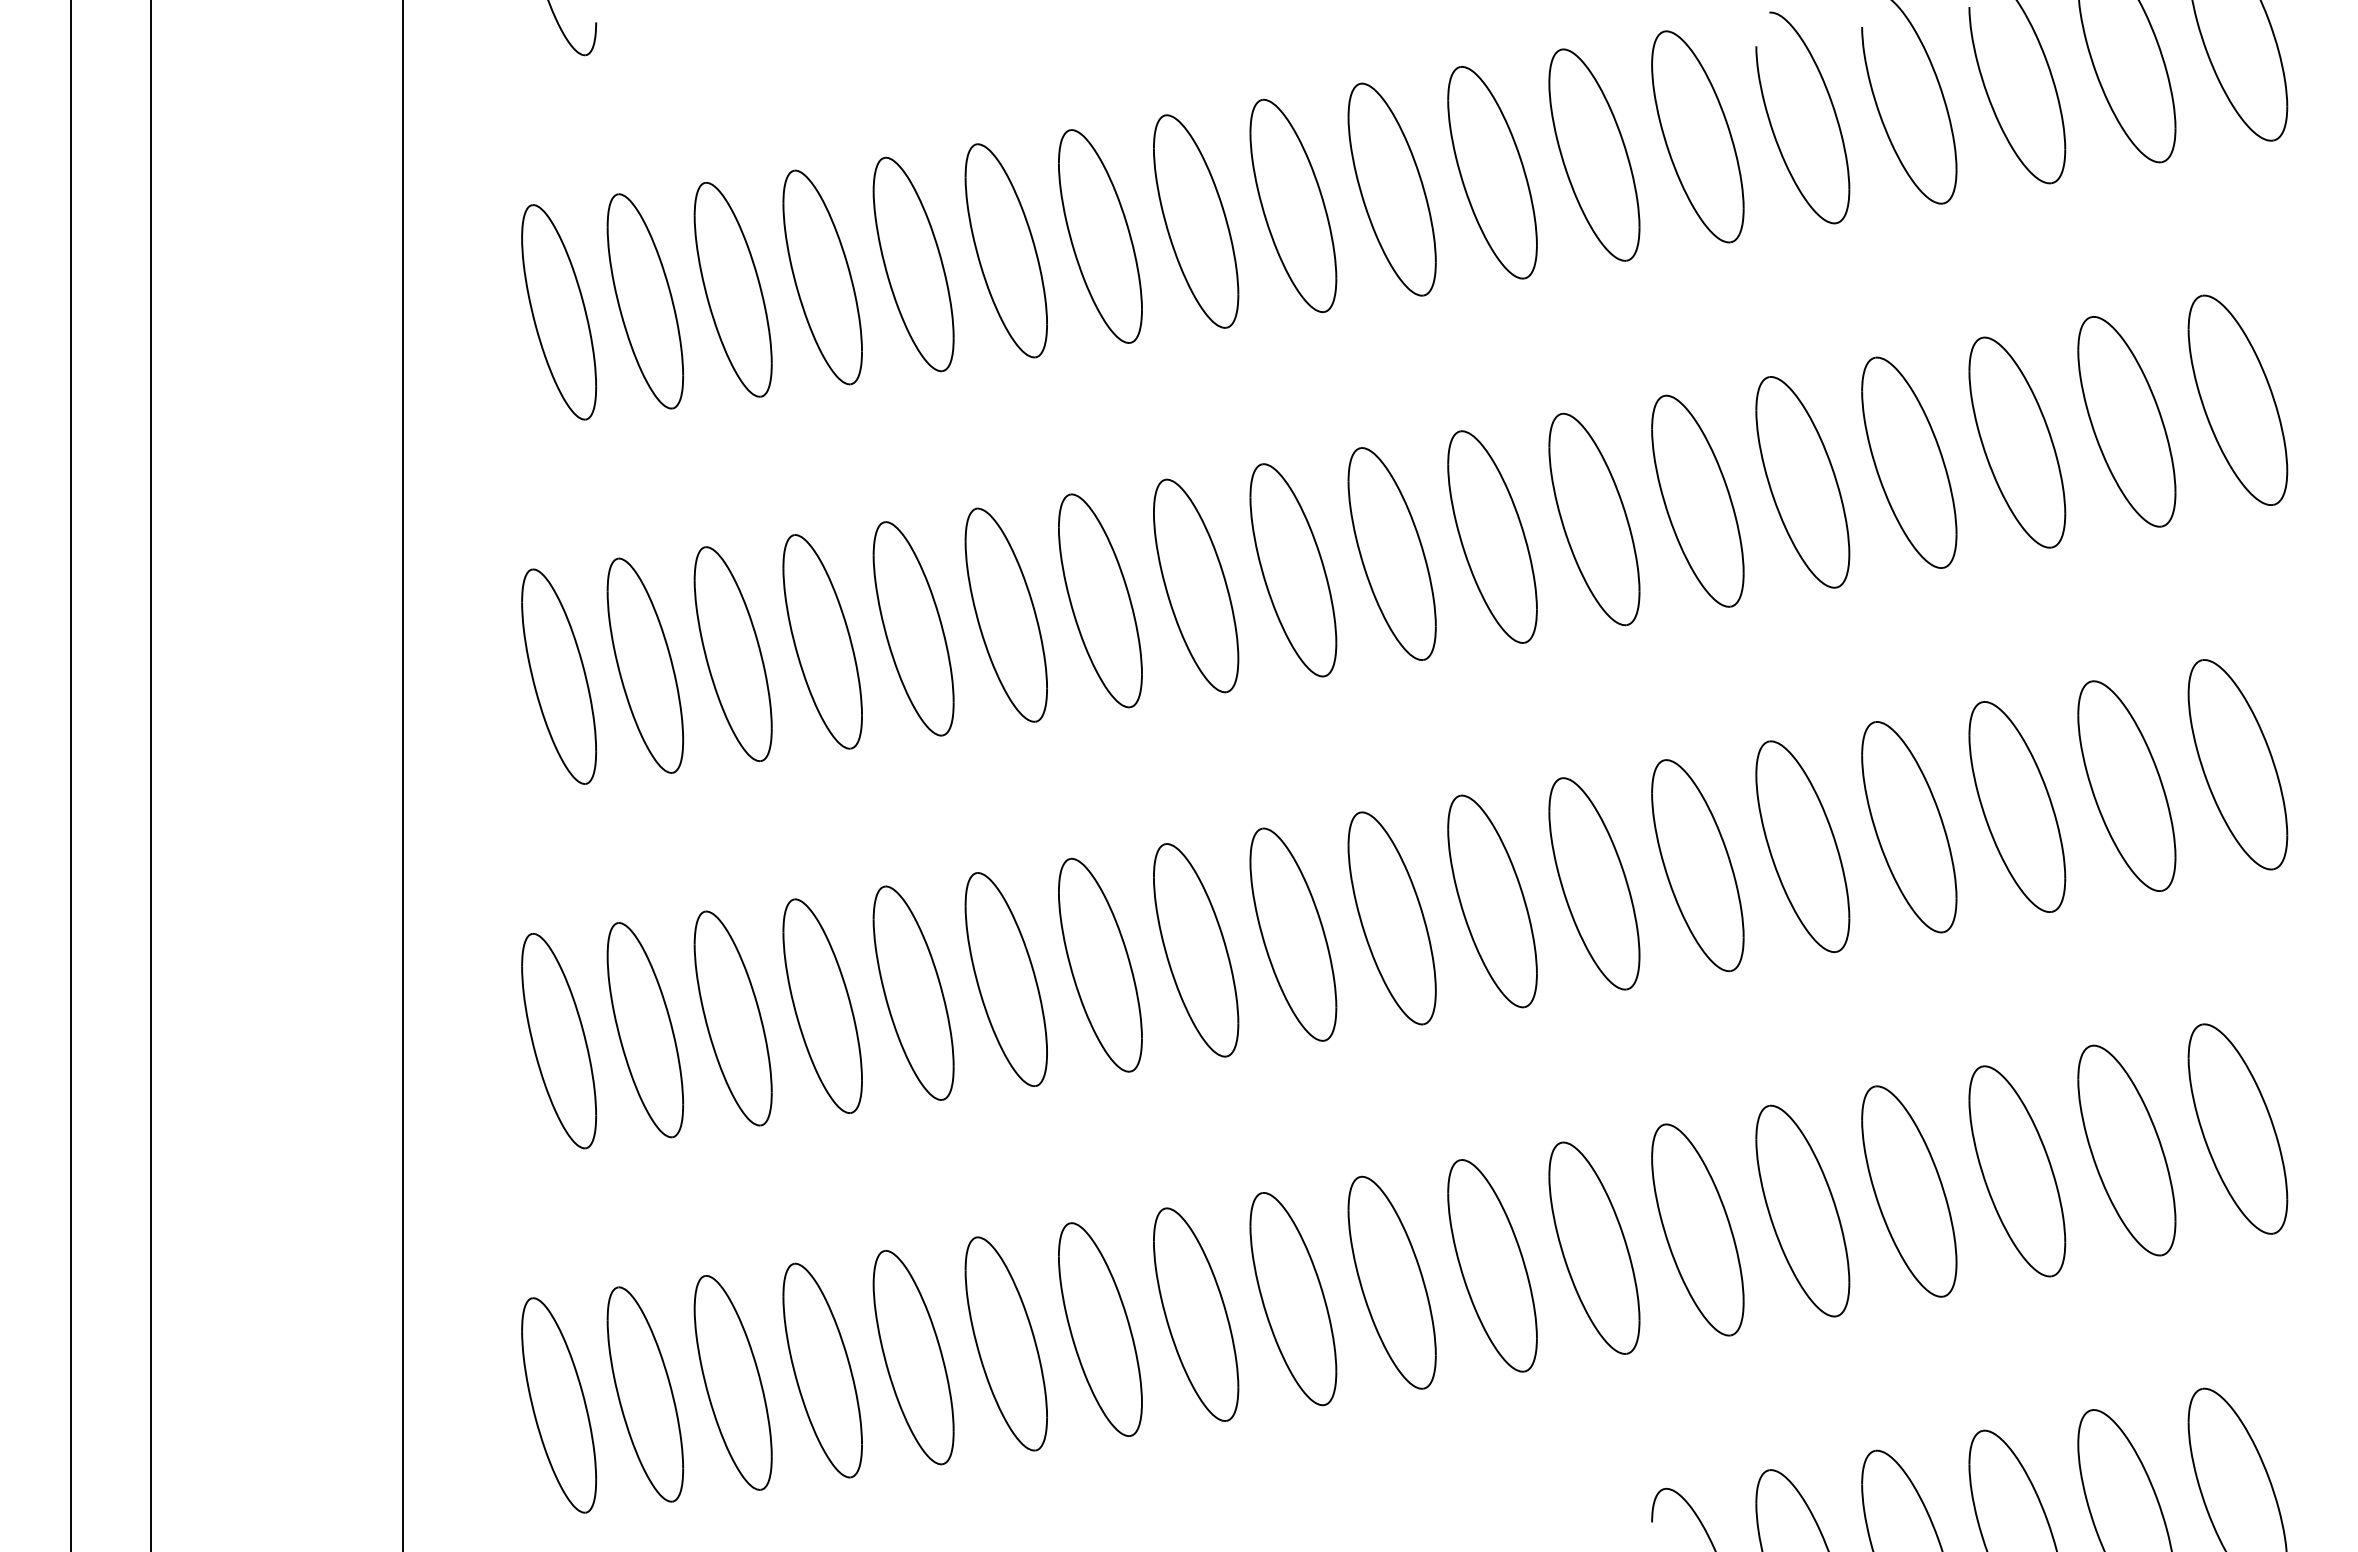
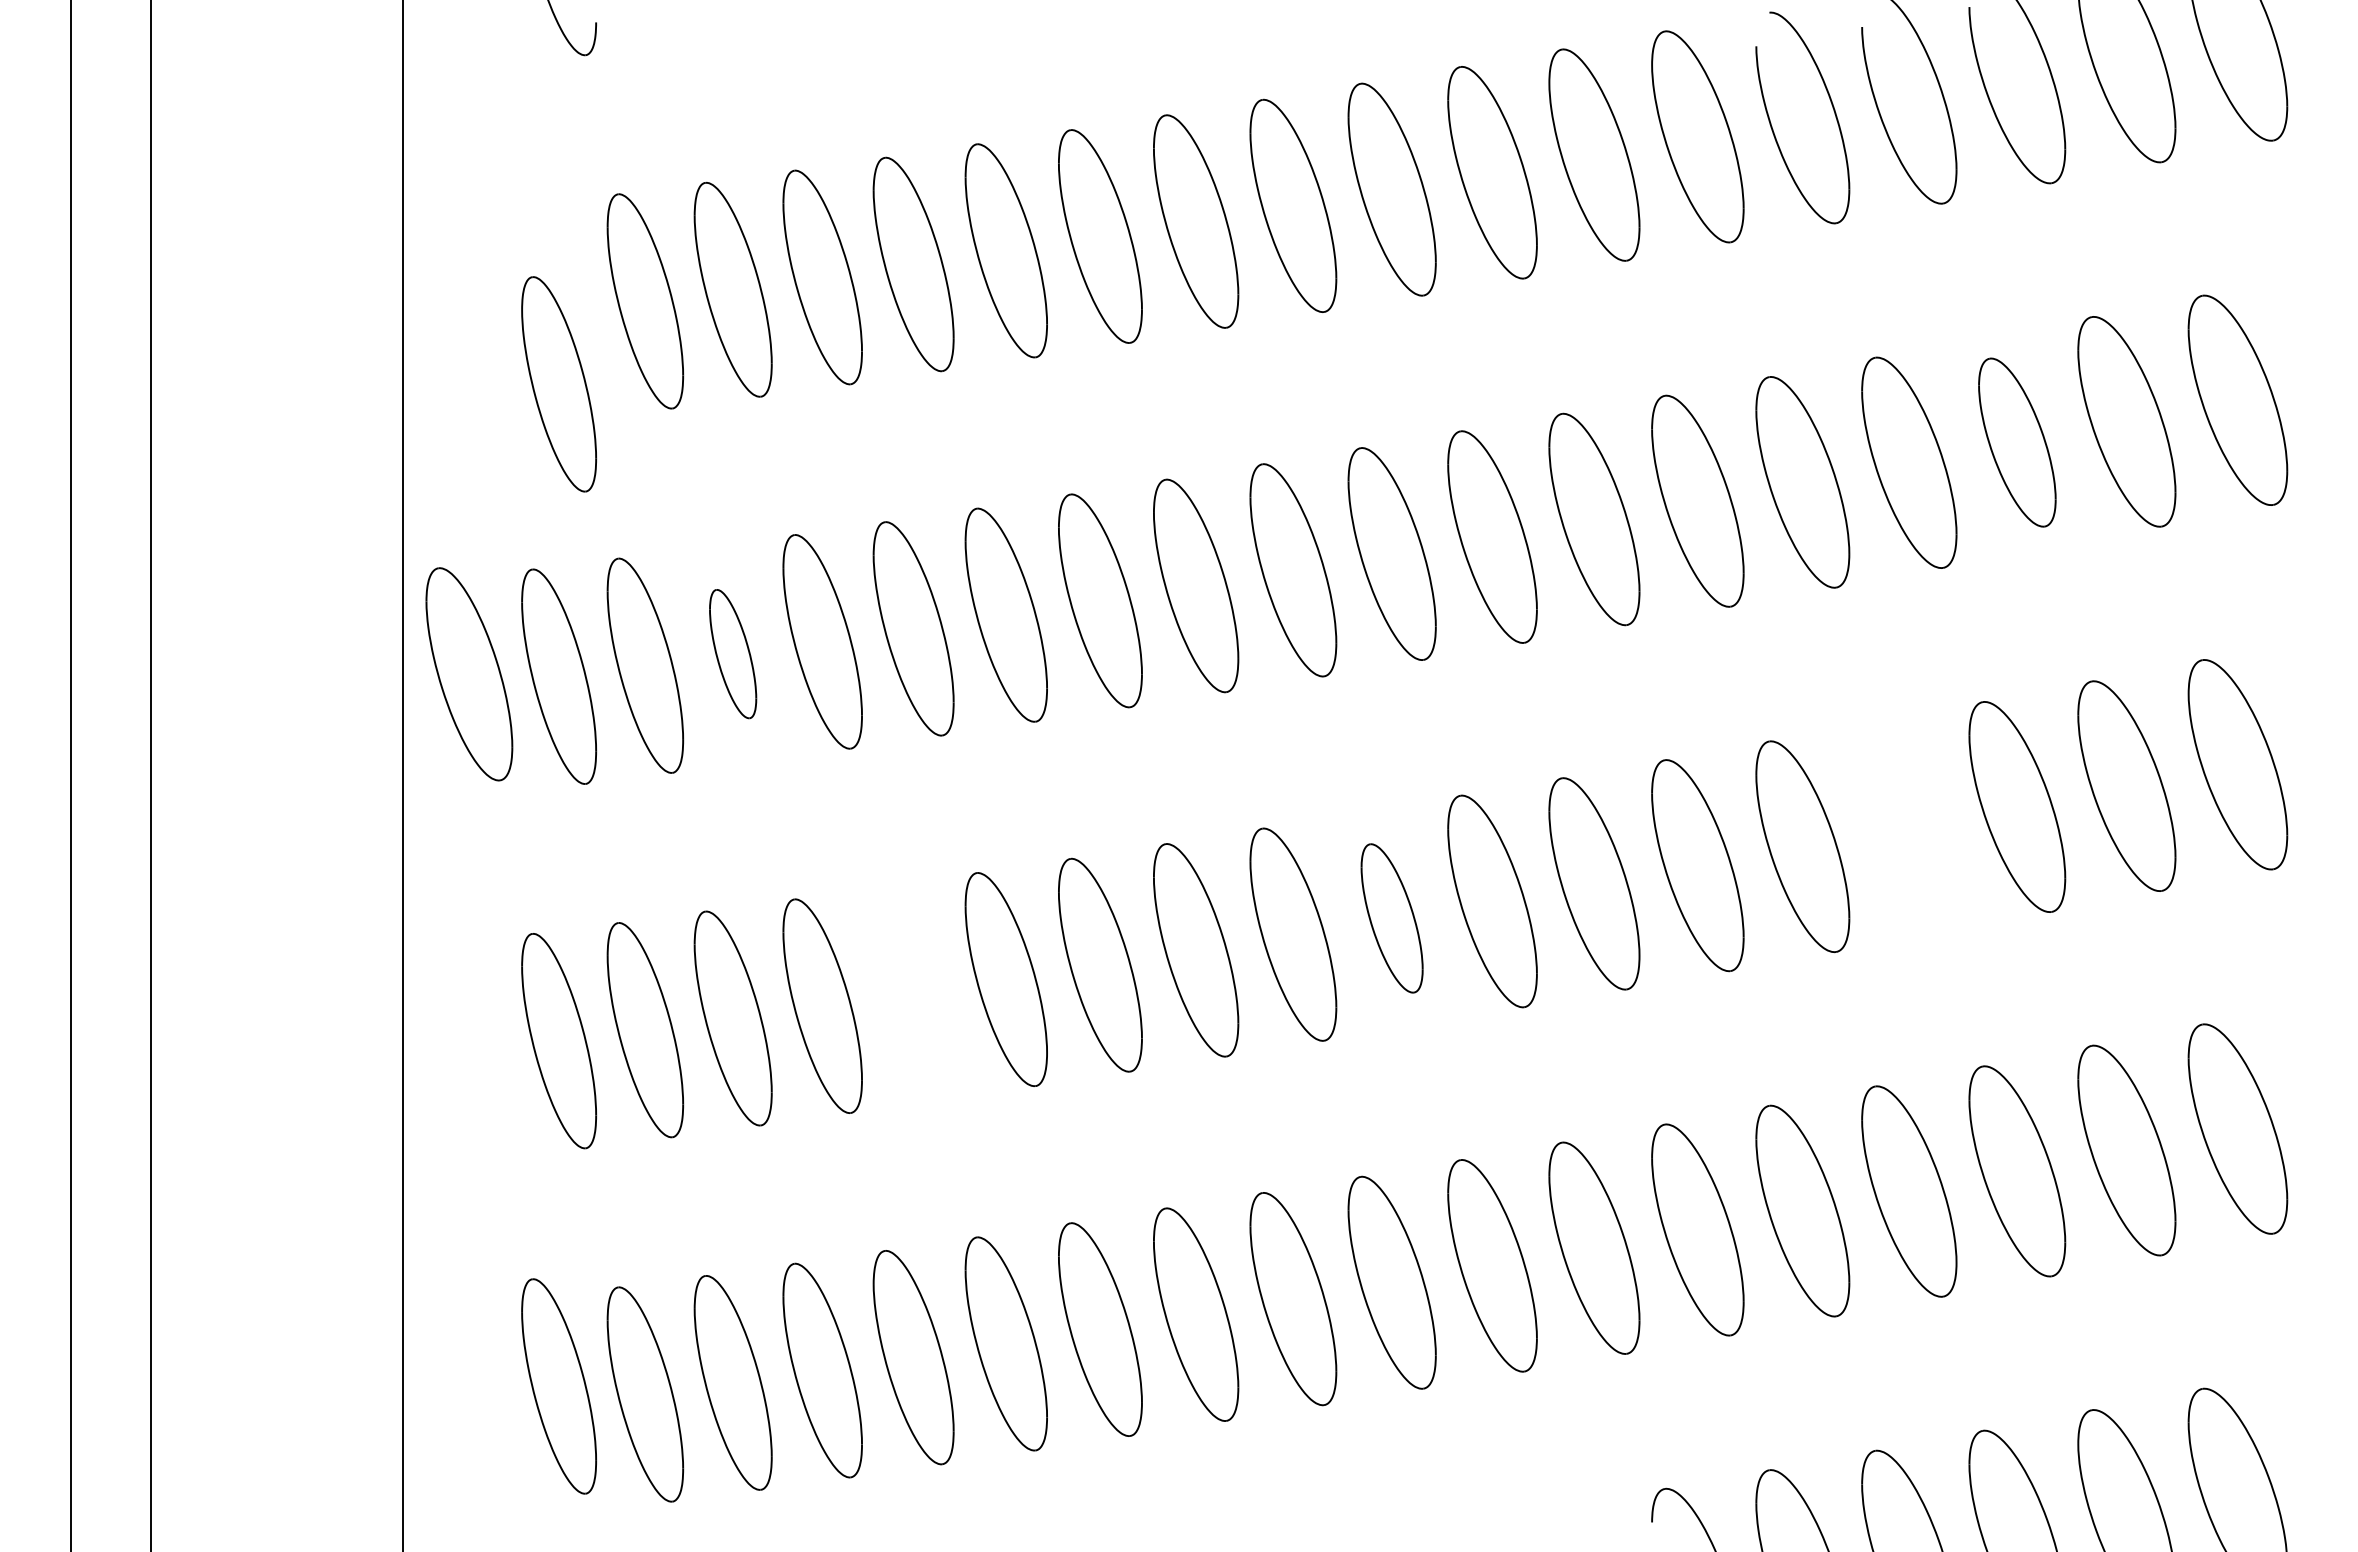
part at (558, 312) position: (558, 312) -> (558, 384)
part at (2017, 442) size: 99x213 px -> 79x171 px
part at (732, 653) size: 80x216 px -> 49x131 px
part at (469, 674): none -> present
part at (1909, 827): present -> none
part at (1391, 918) size: 90x215 px -> 64x151 px
part at (913, 992): present -> none
part at (558, 1405) position: (558, 1405) -> (558, 1386)
